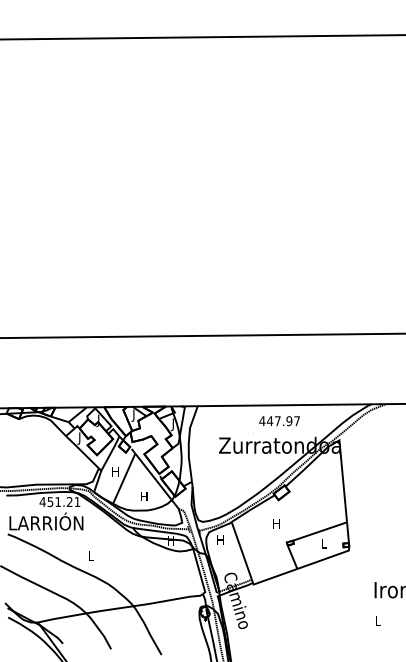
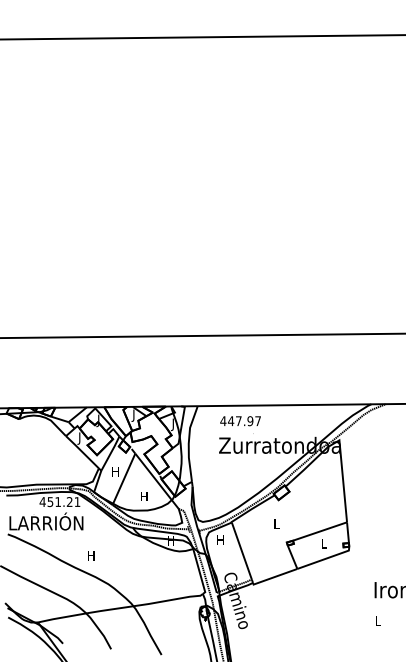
text at (279, 421) position: (279, 421) -> (240, 421)
text at (276, 523): H -> L
text at (91, 555): L -> H
